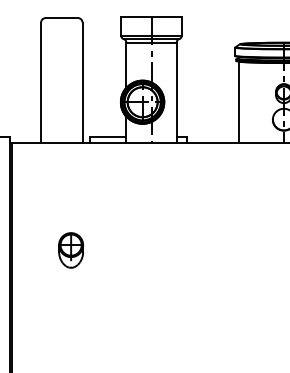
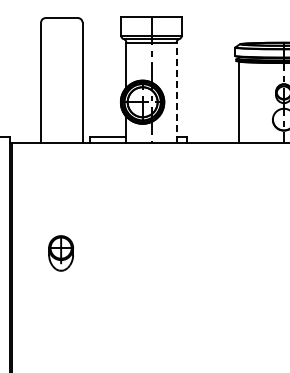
line at (176, 92): solid -> dashed
part at (70, 250) position: (70, 250) -> (60, 253)
